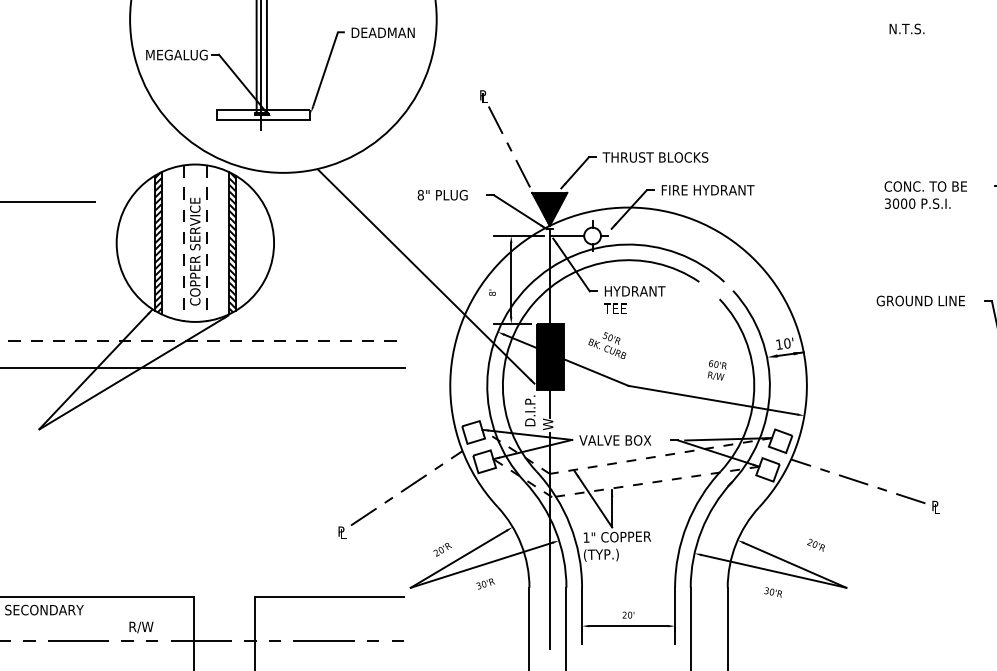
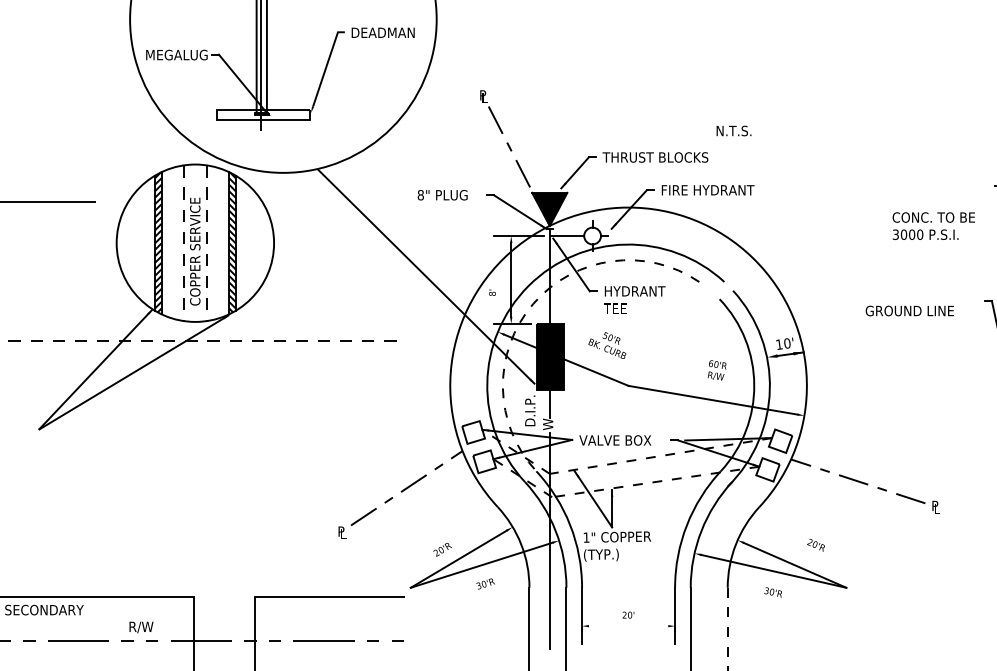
text at (906, 28) position: (906, 28) -> (733, 130)
text at (925, 194) position: (925, 194) -> (933, 225)
text at (920, 300) position: (920, 300) -> (909, 310)
arc at (533, 303): solid -> dashed
line at (203, 367): present -> none
line at (628, 626): present -> none
line at (727, 629): solid -> dashed
